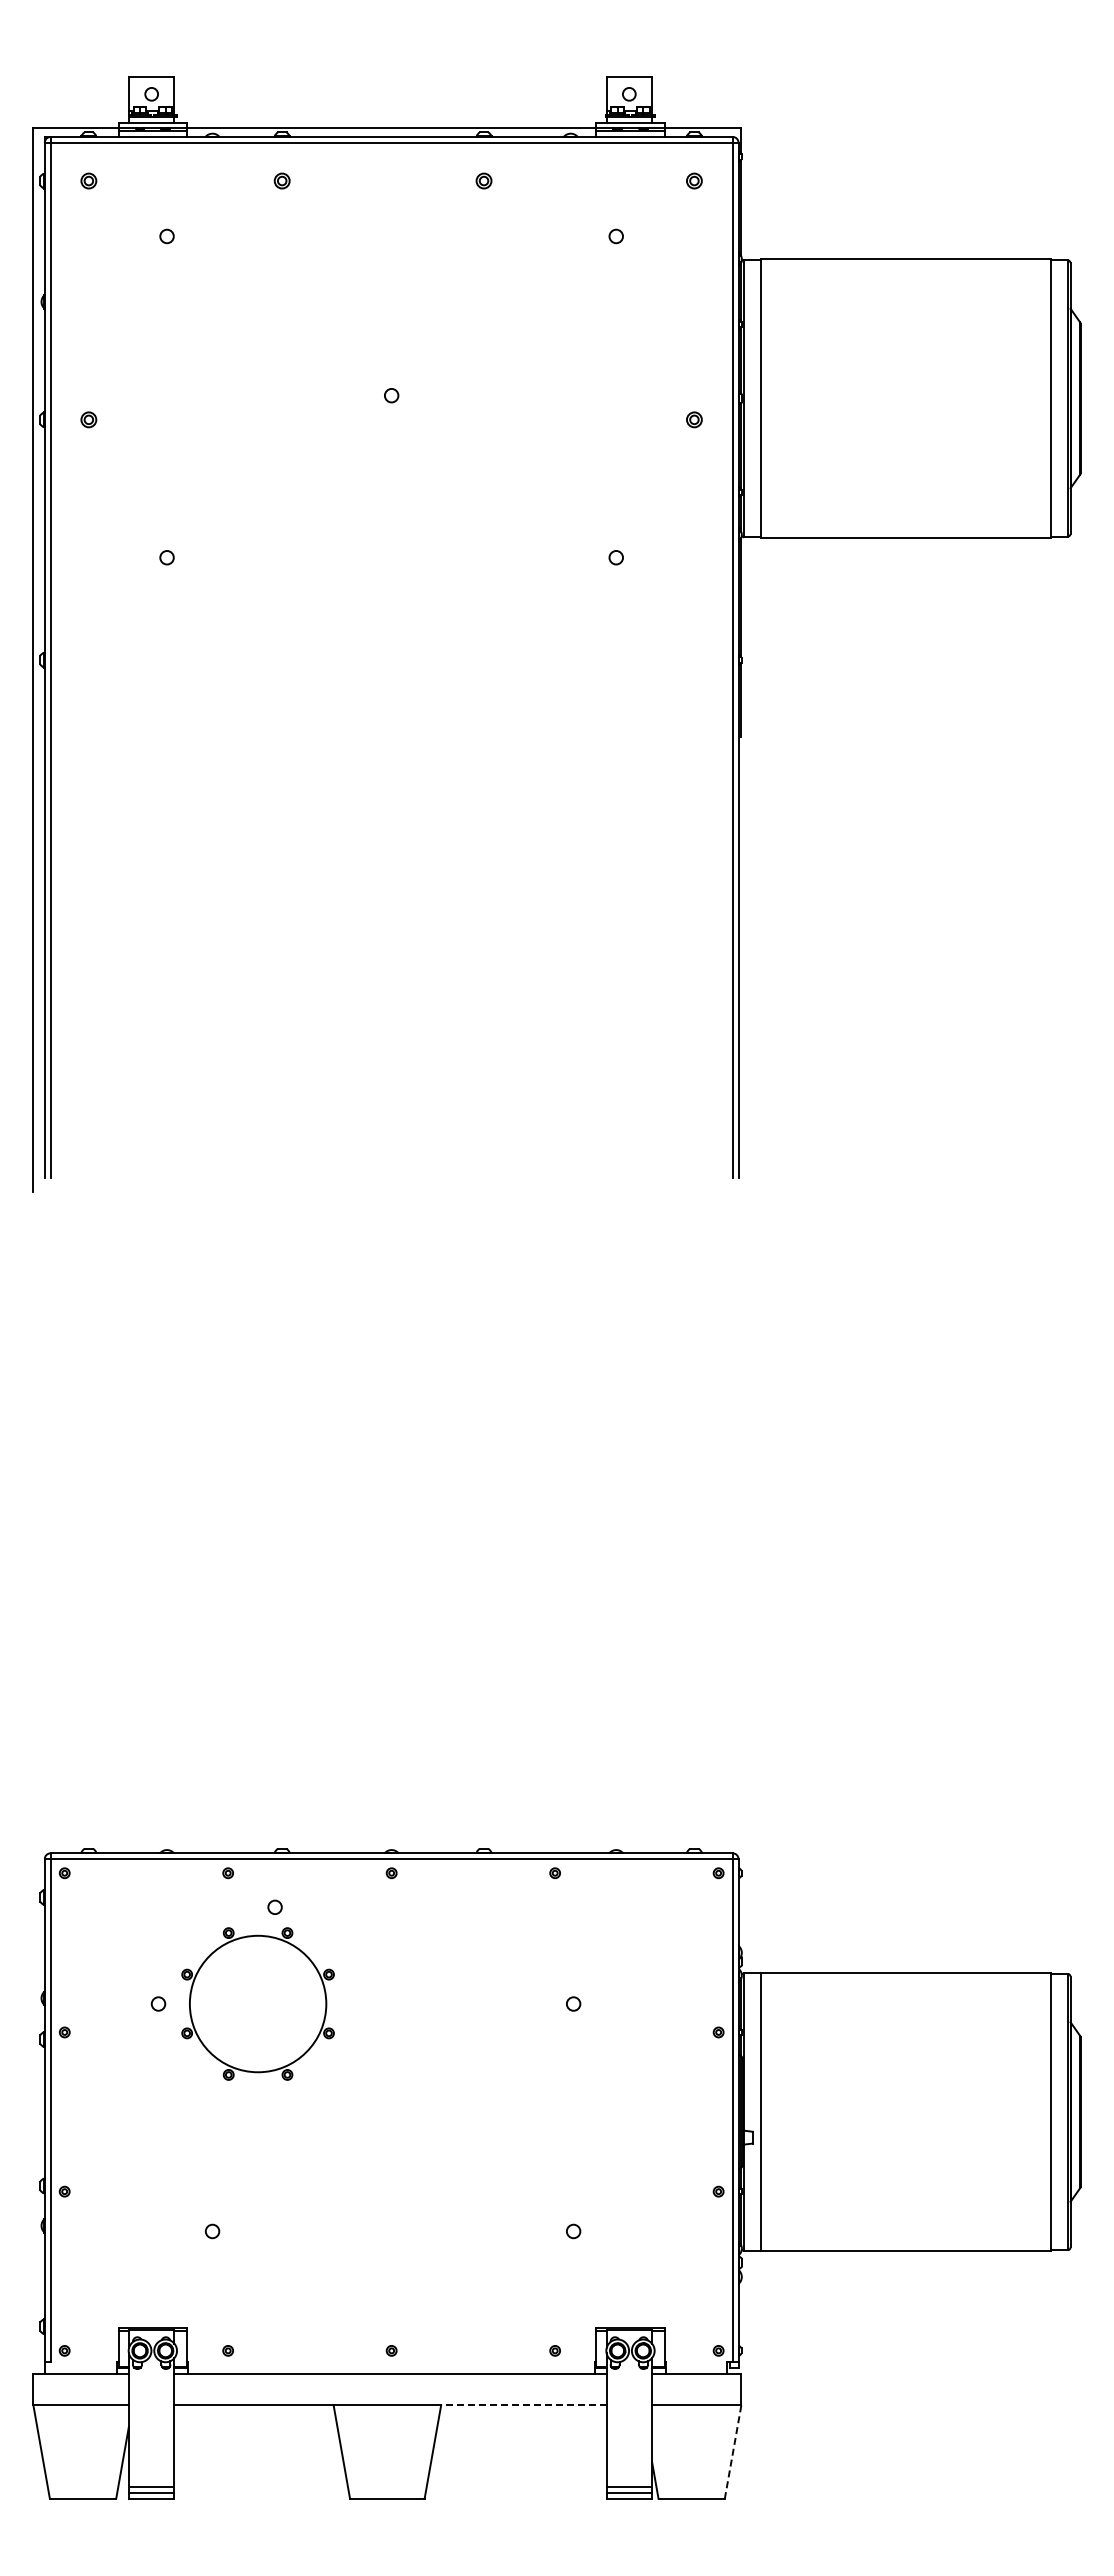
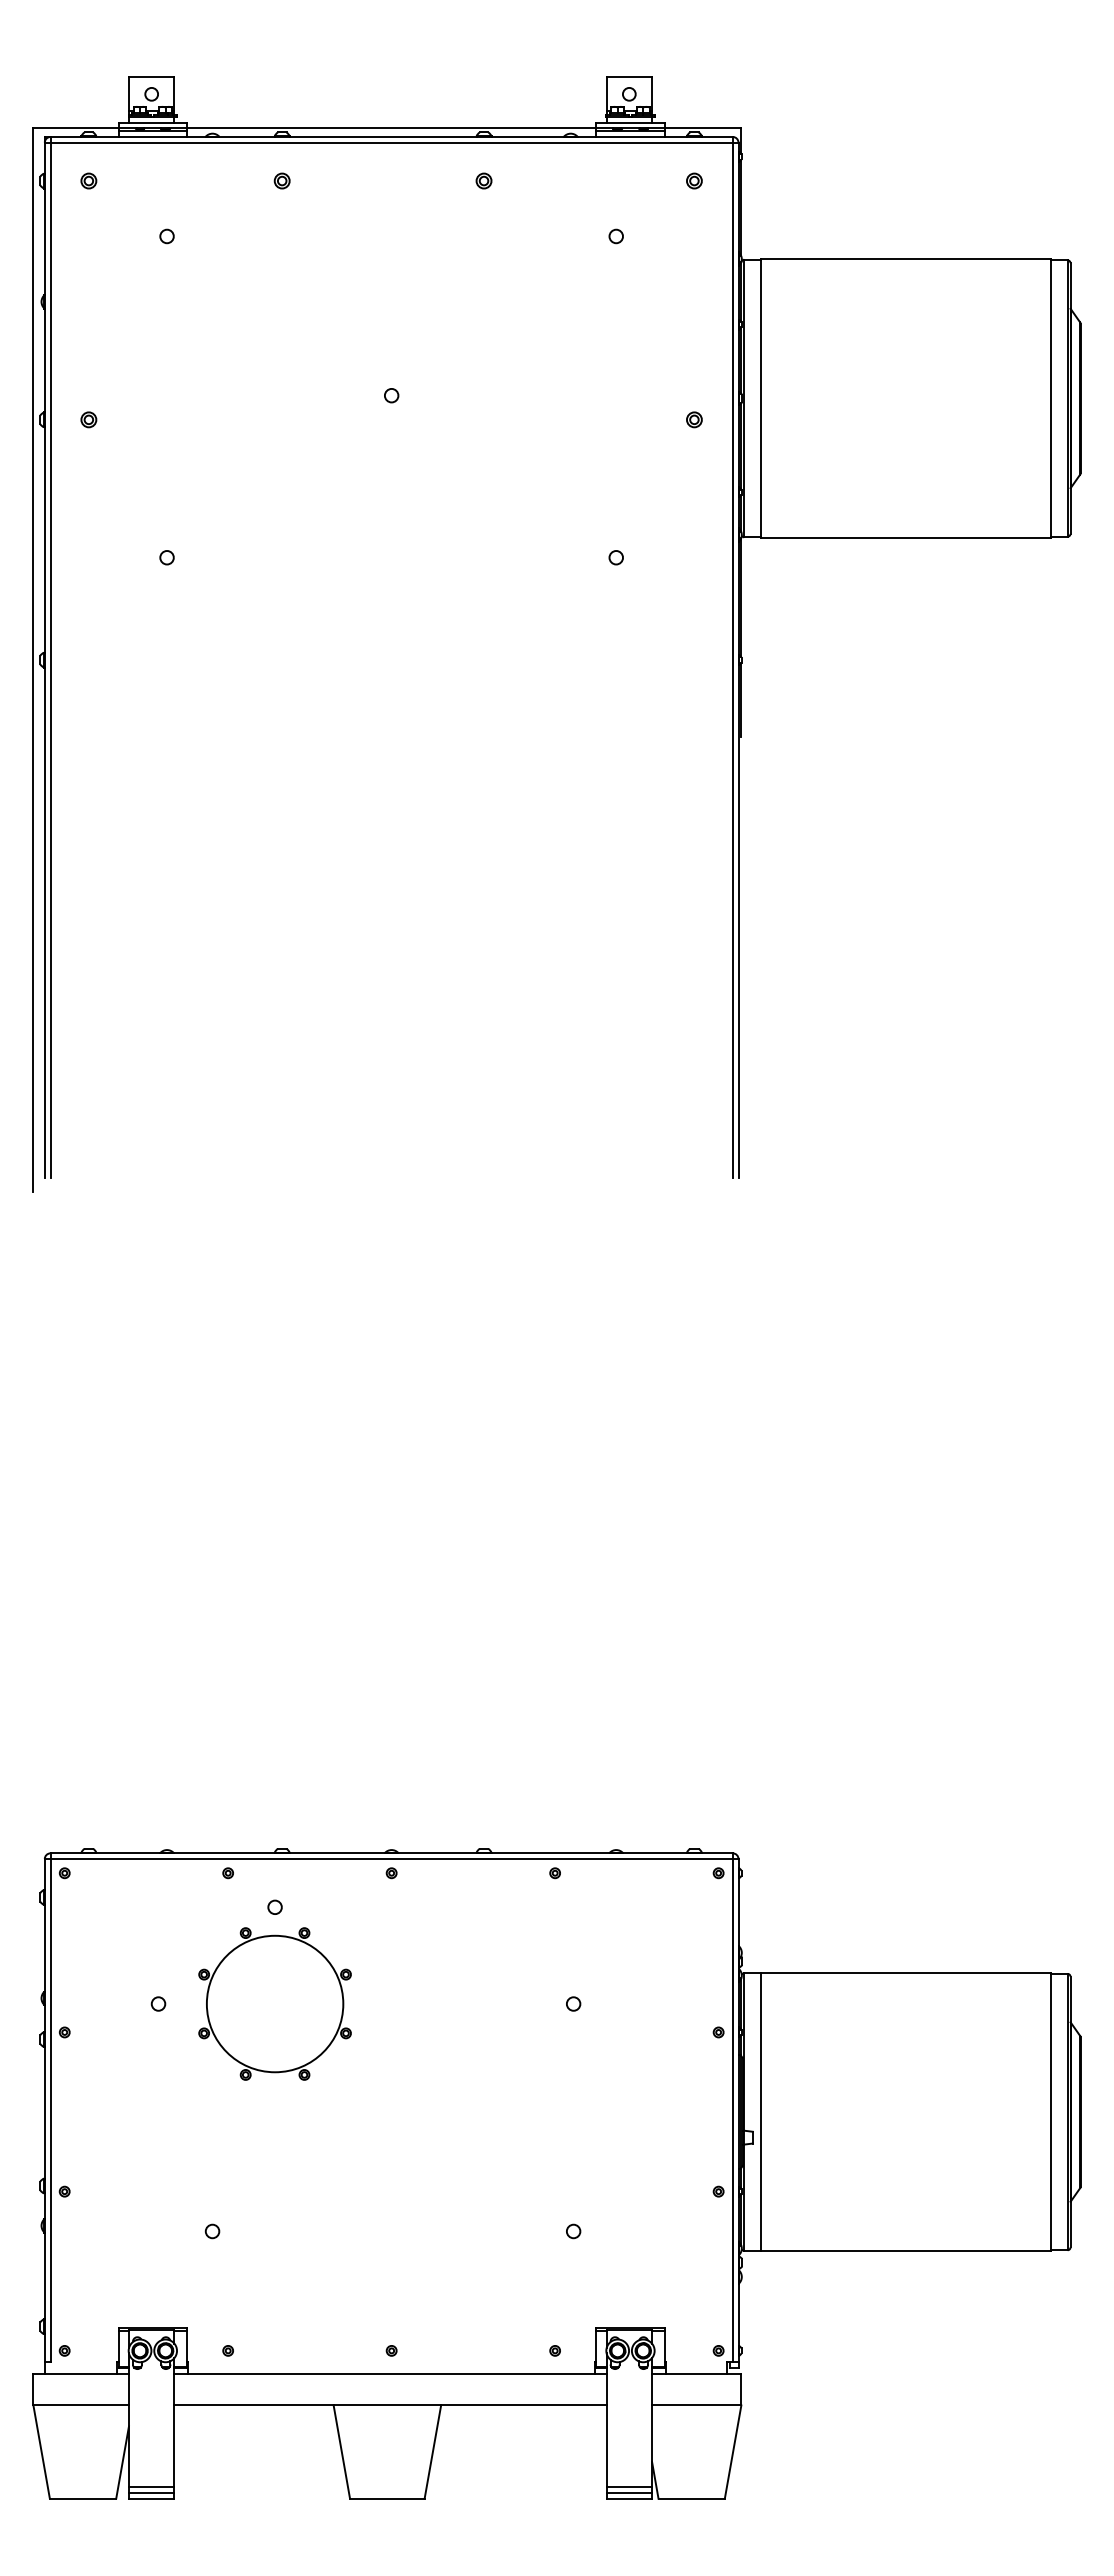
part at (257, 2003) position: (257, 2003) -> (274, 2003)
line at (523, 2405): dashed -> solid
line at (733, 2452): dashed -> solid
